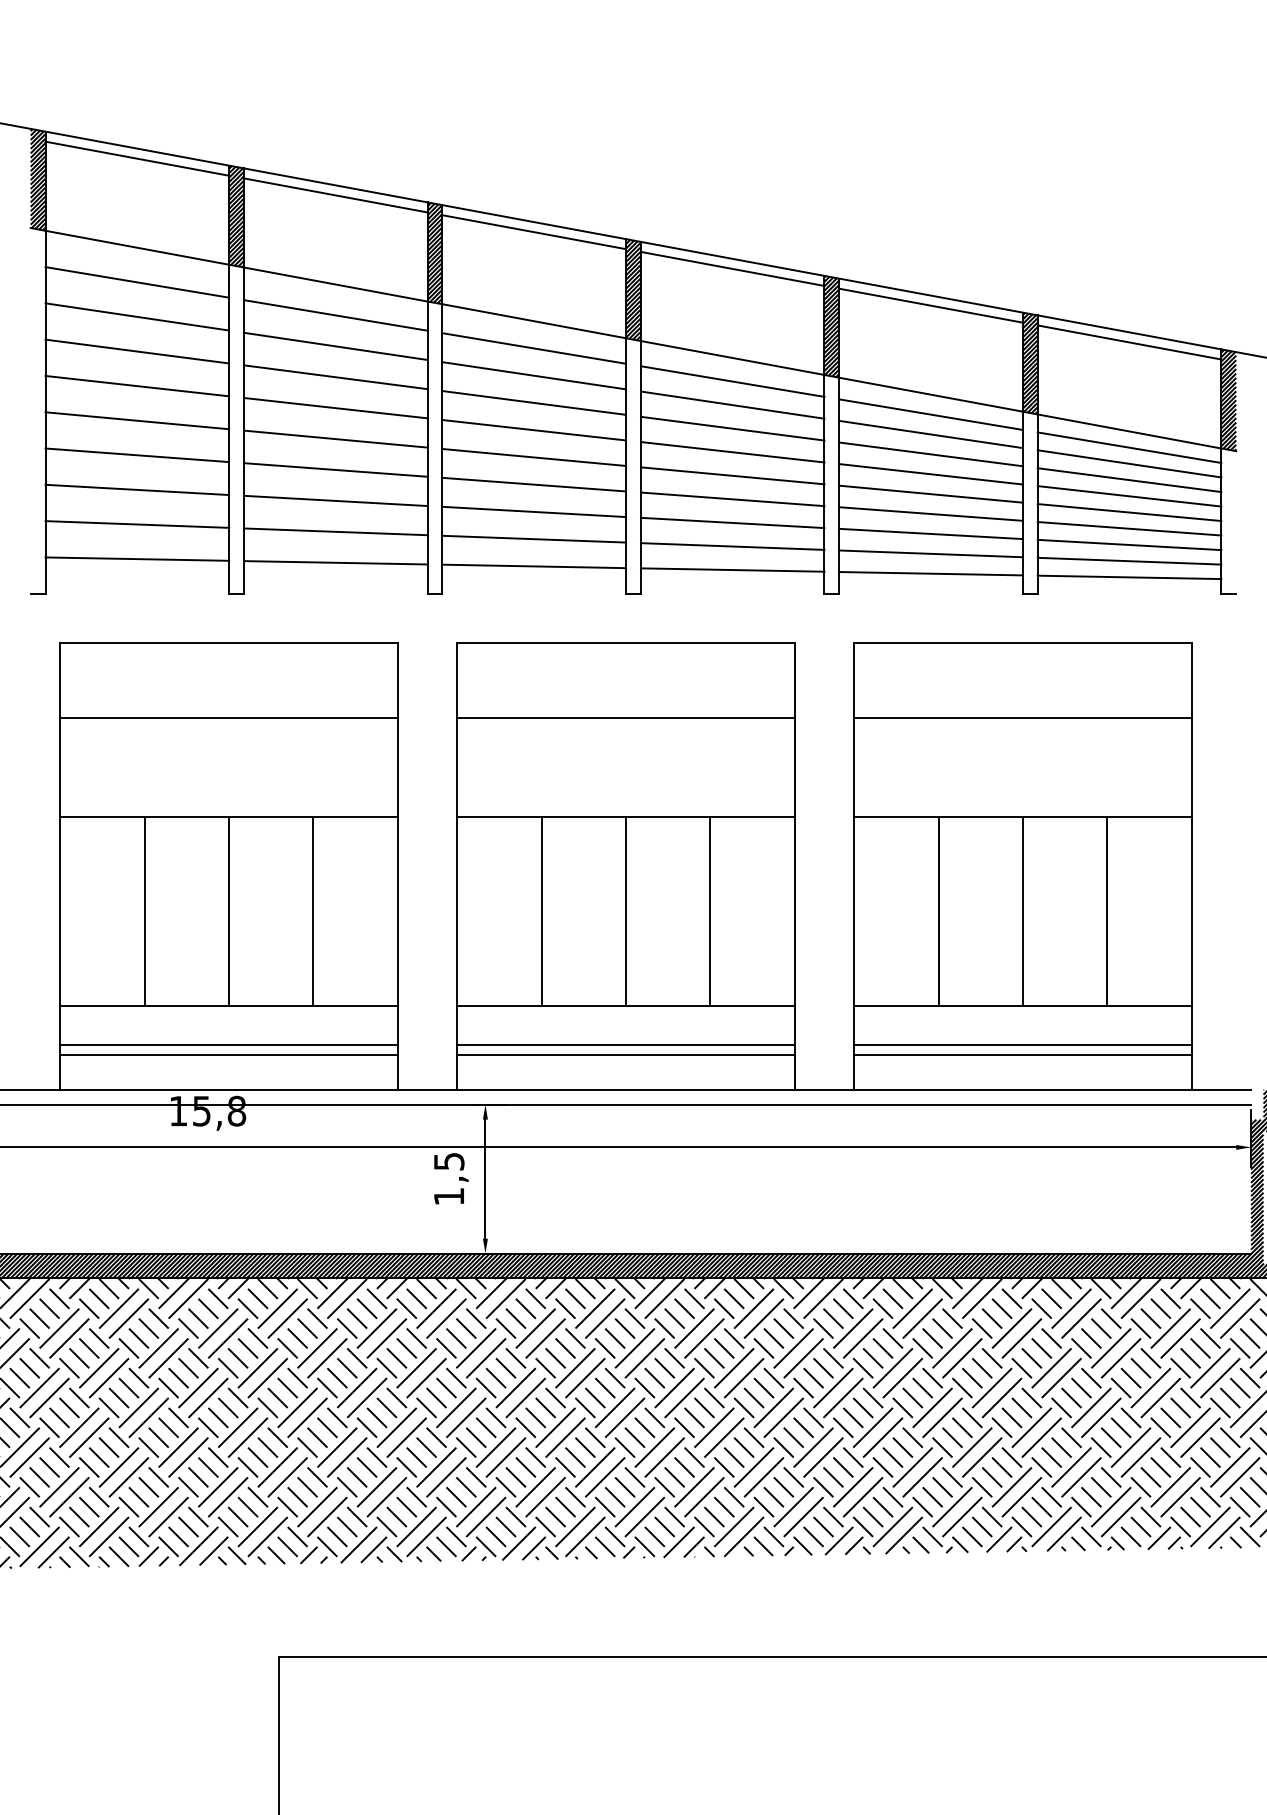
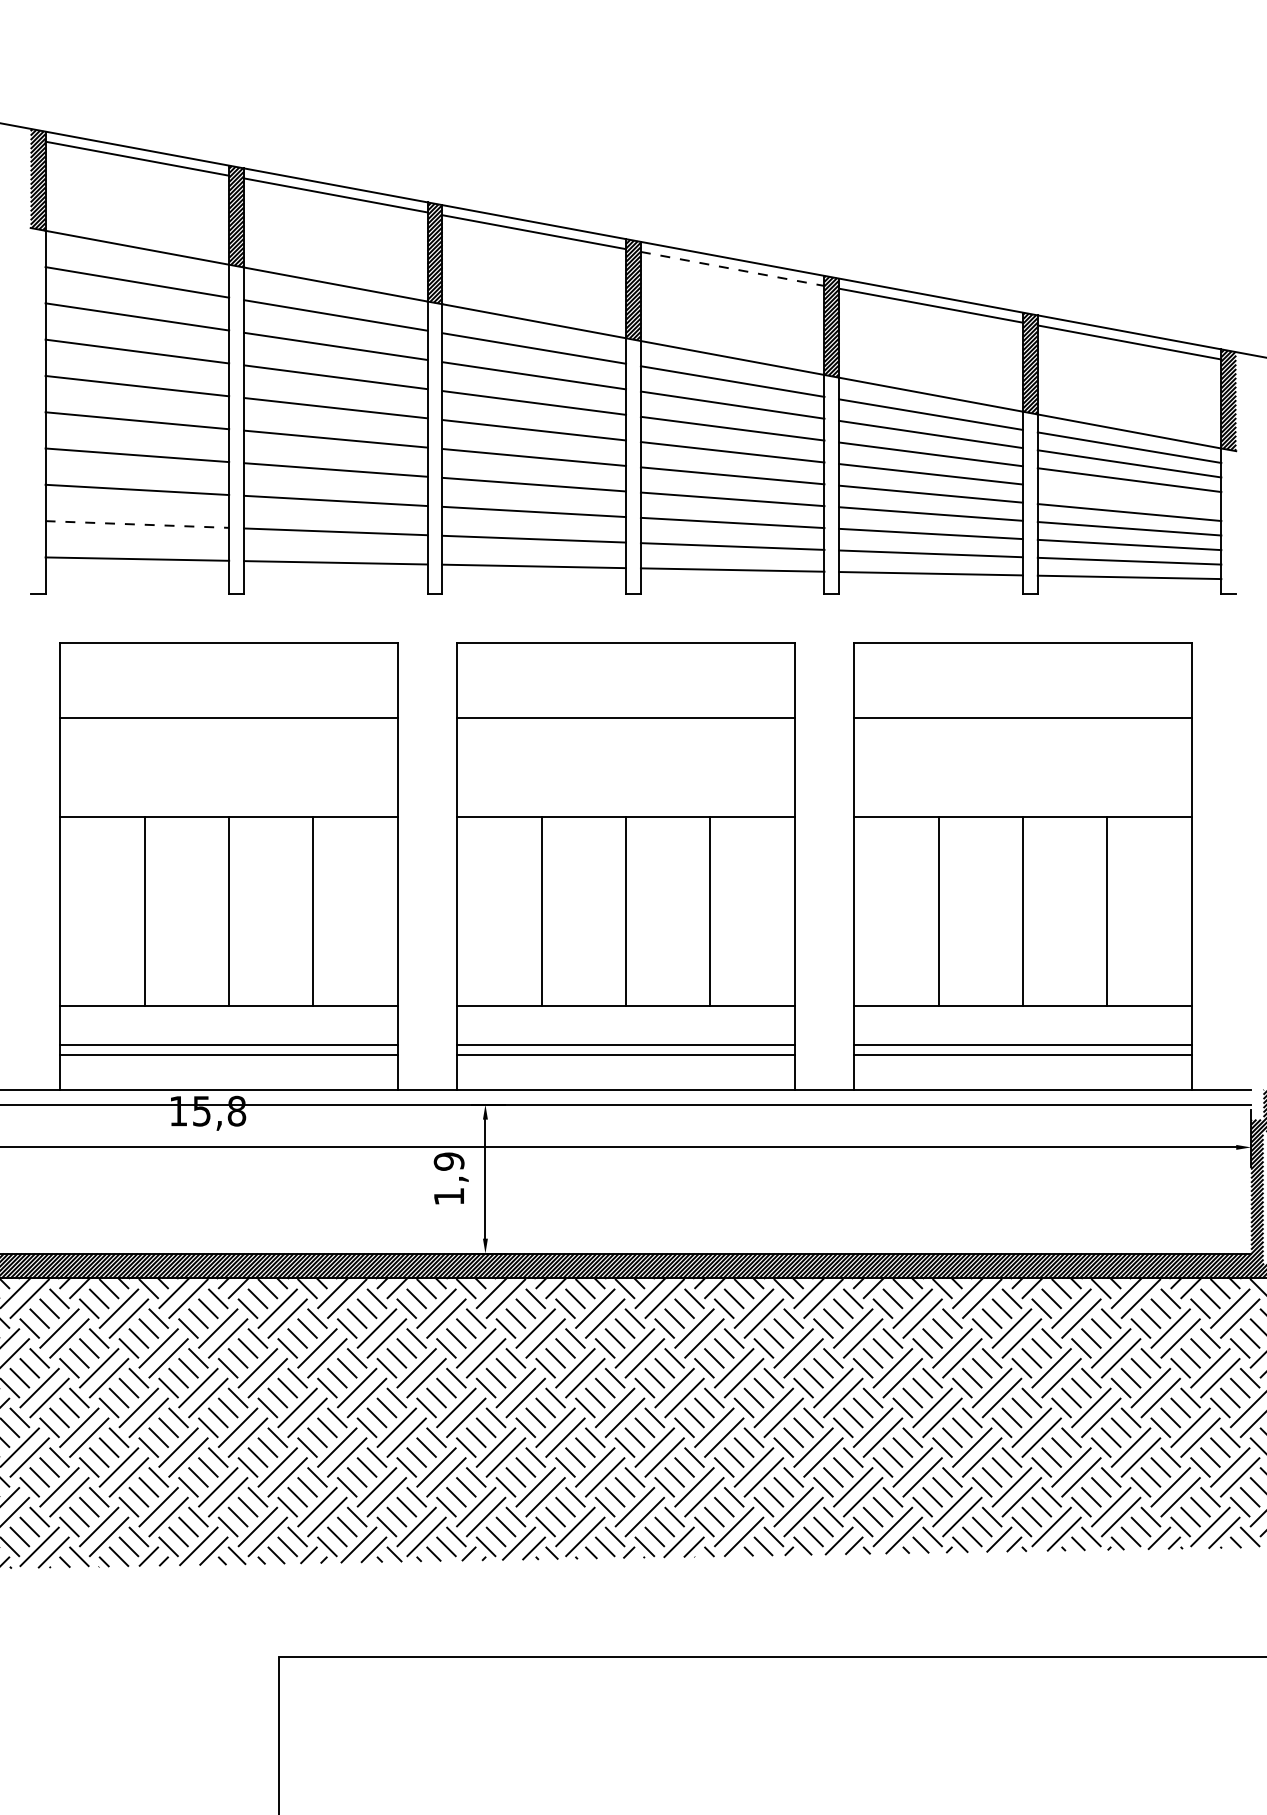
line at (733, 269): solid -> dashed
line at (1129, 496): present -> none
line at (137, 524): solid -> dashed
text at (448, 1161): 1,5 -> 1,9
